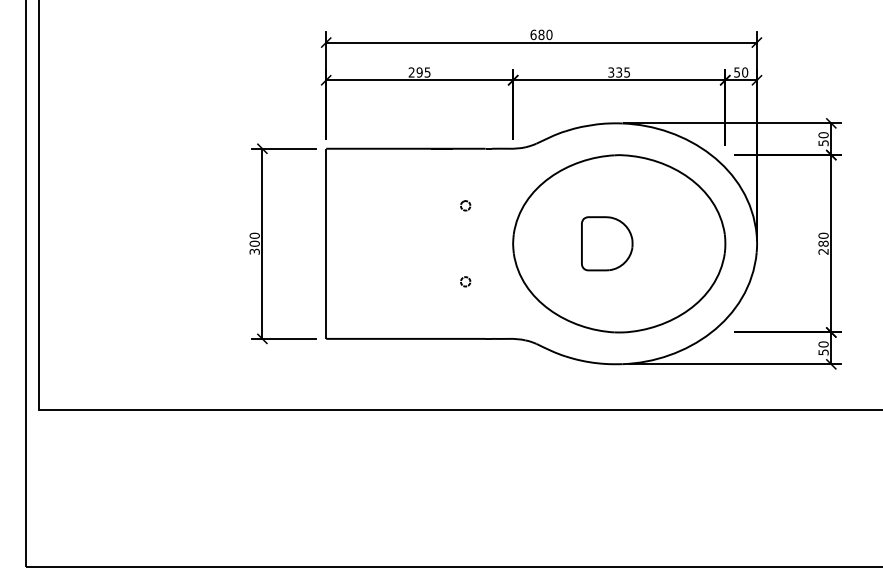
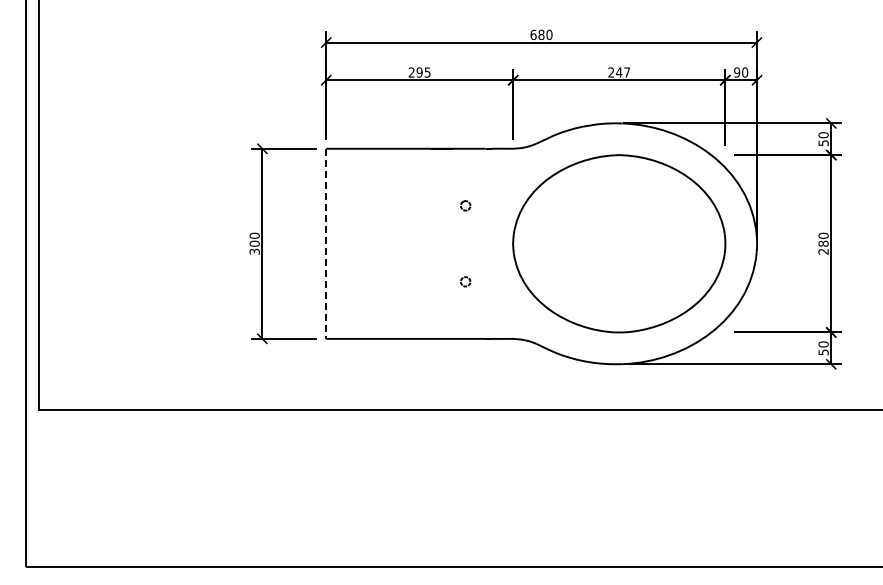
text at (619, 72): 335 -> 247
text at (737, 72): 50 -> 90
part at (607, 243): present -> none
line at (326, 244): solid -> dashed
